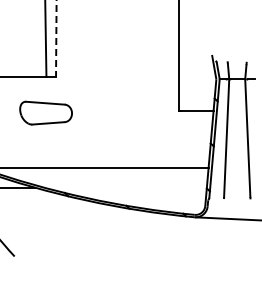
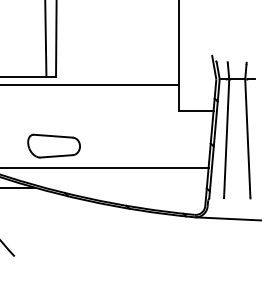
line at (56, 38): dashed -> solid
line at (90, 84): none -> present
part at (45, 112) position: (45, 112) -> (53, 145)
